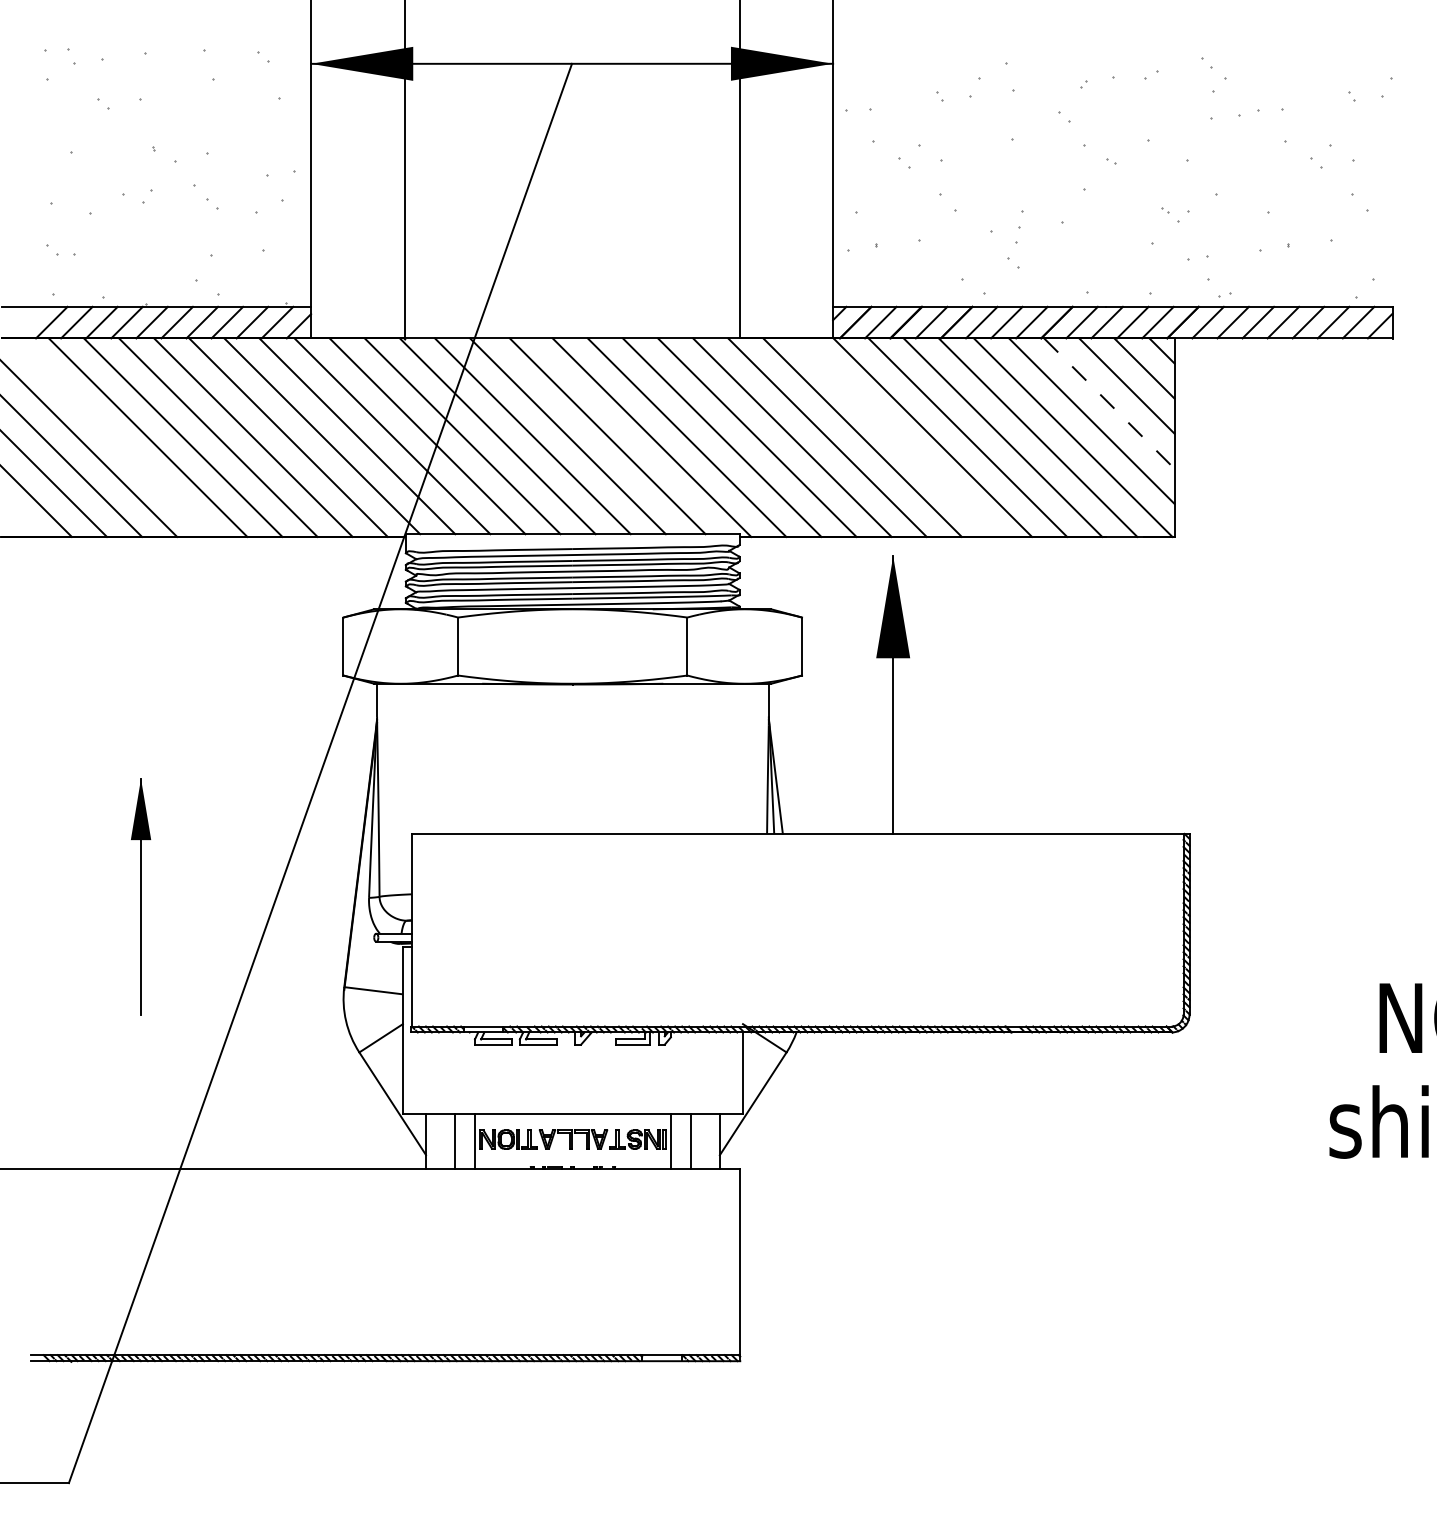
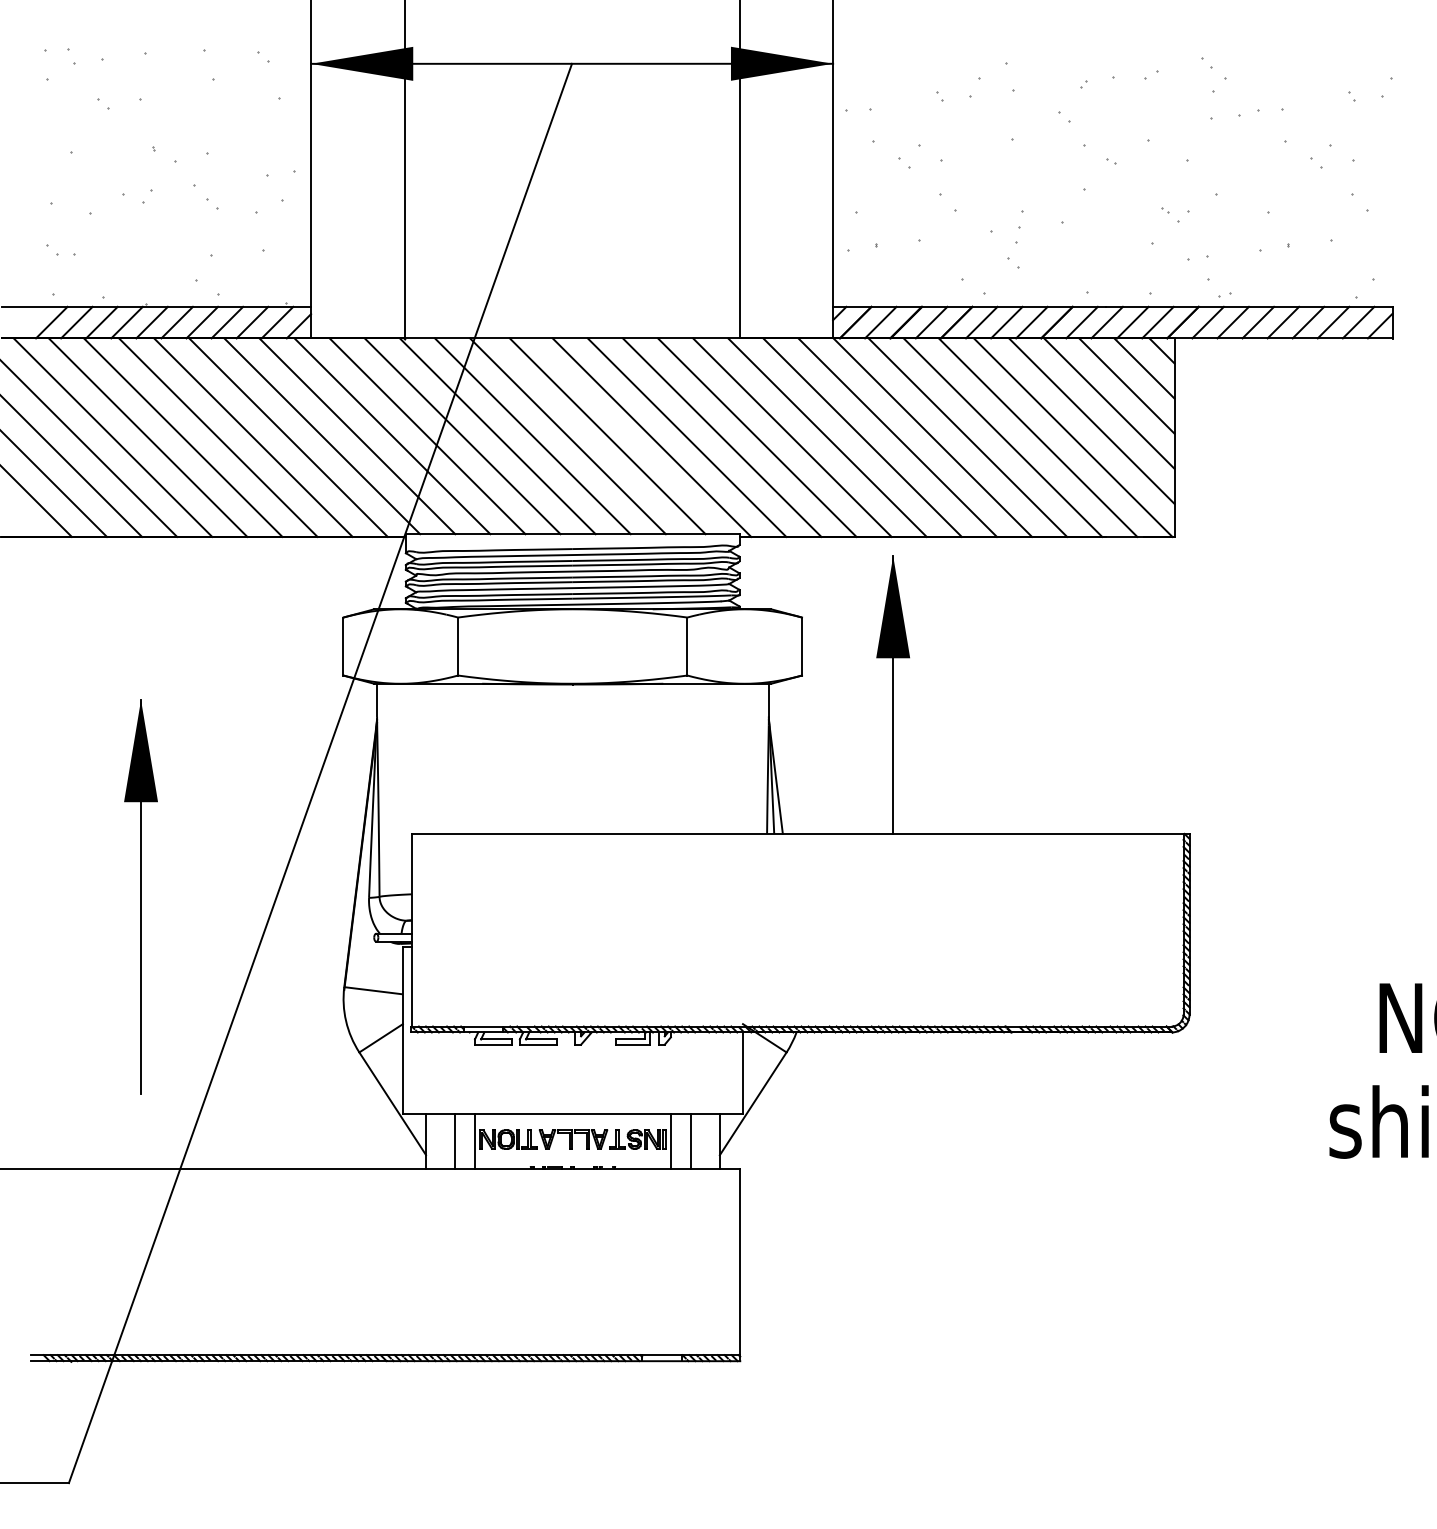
line at (1109, 403): dashed -> solid
line at (112, 437): none -> present
line at (897, 437): none -> present
part at (141, 896) size: 21x238 px -> 34x396 px
